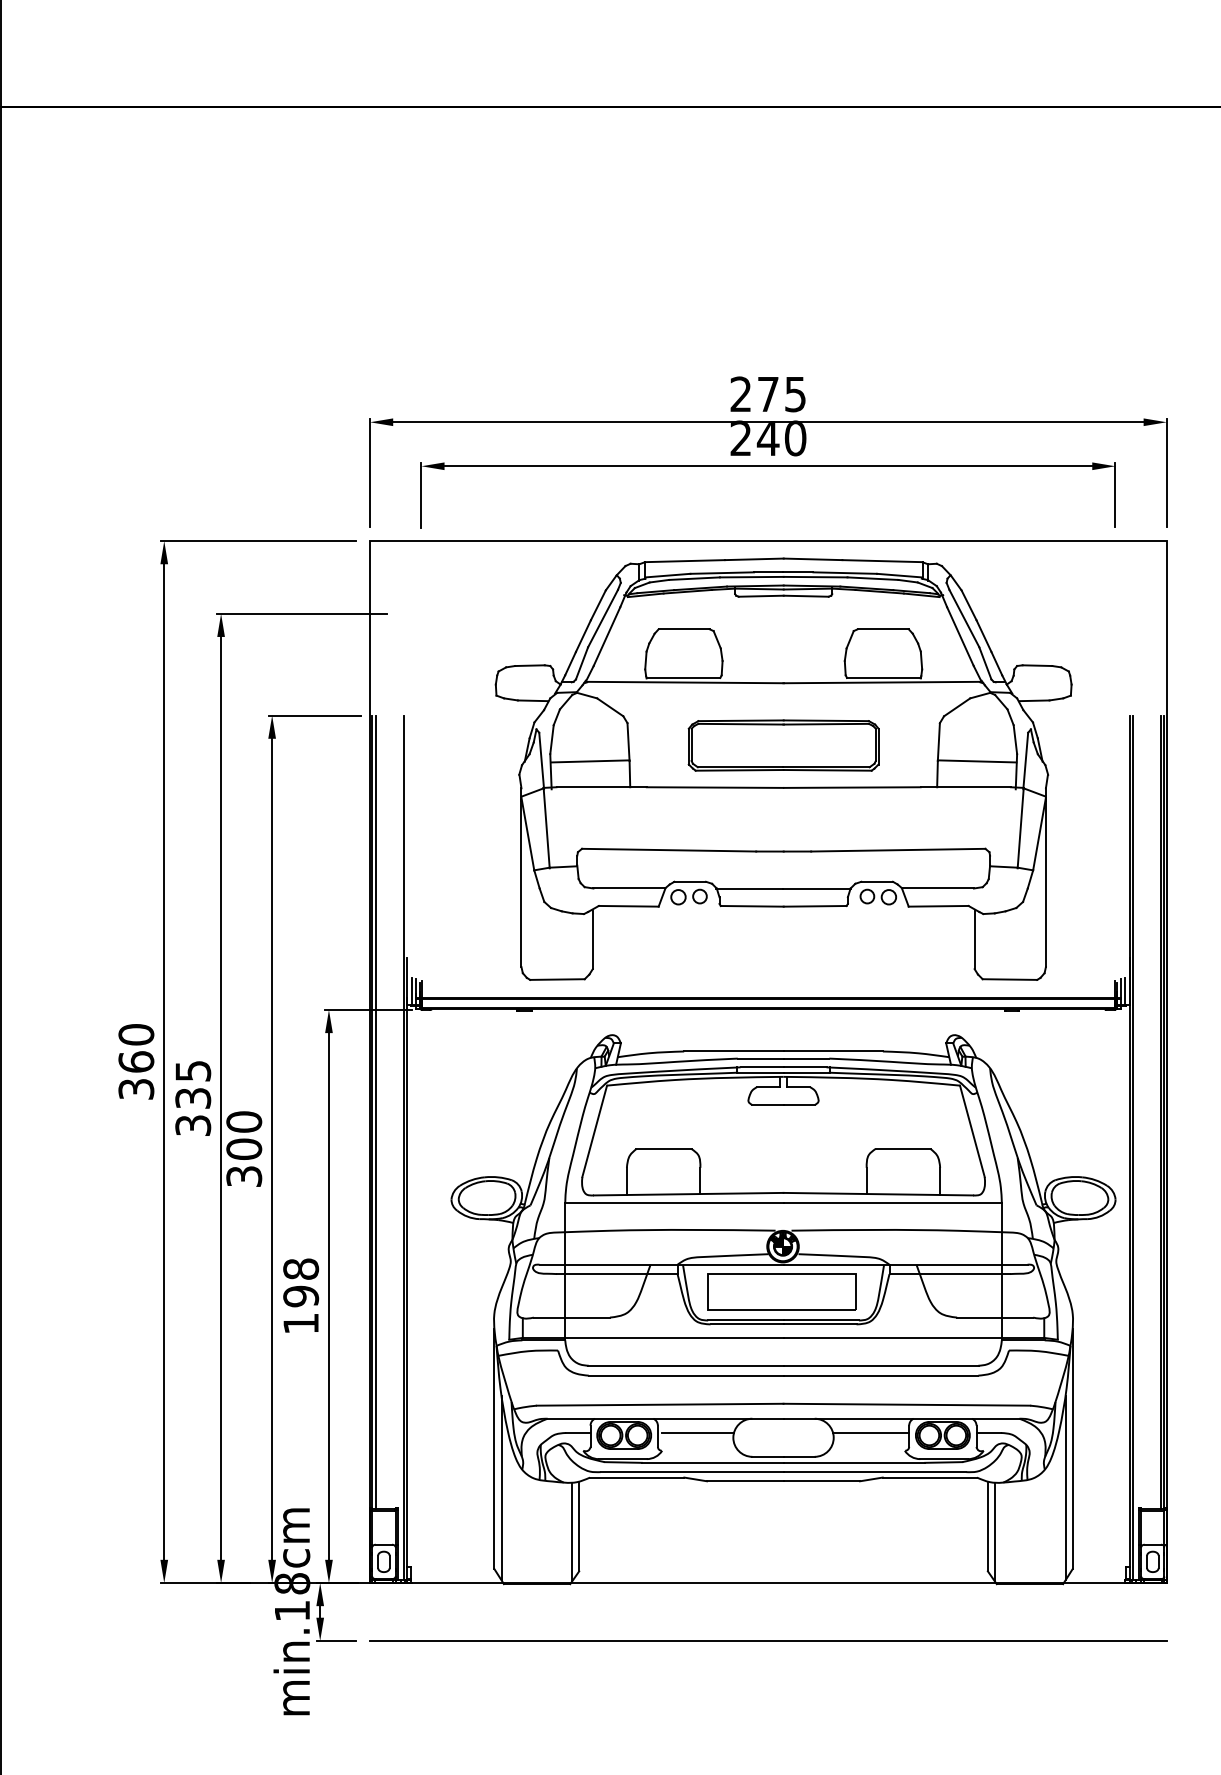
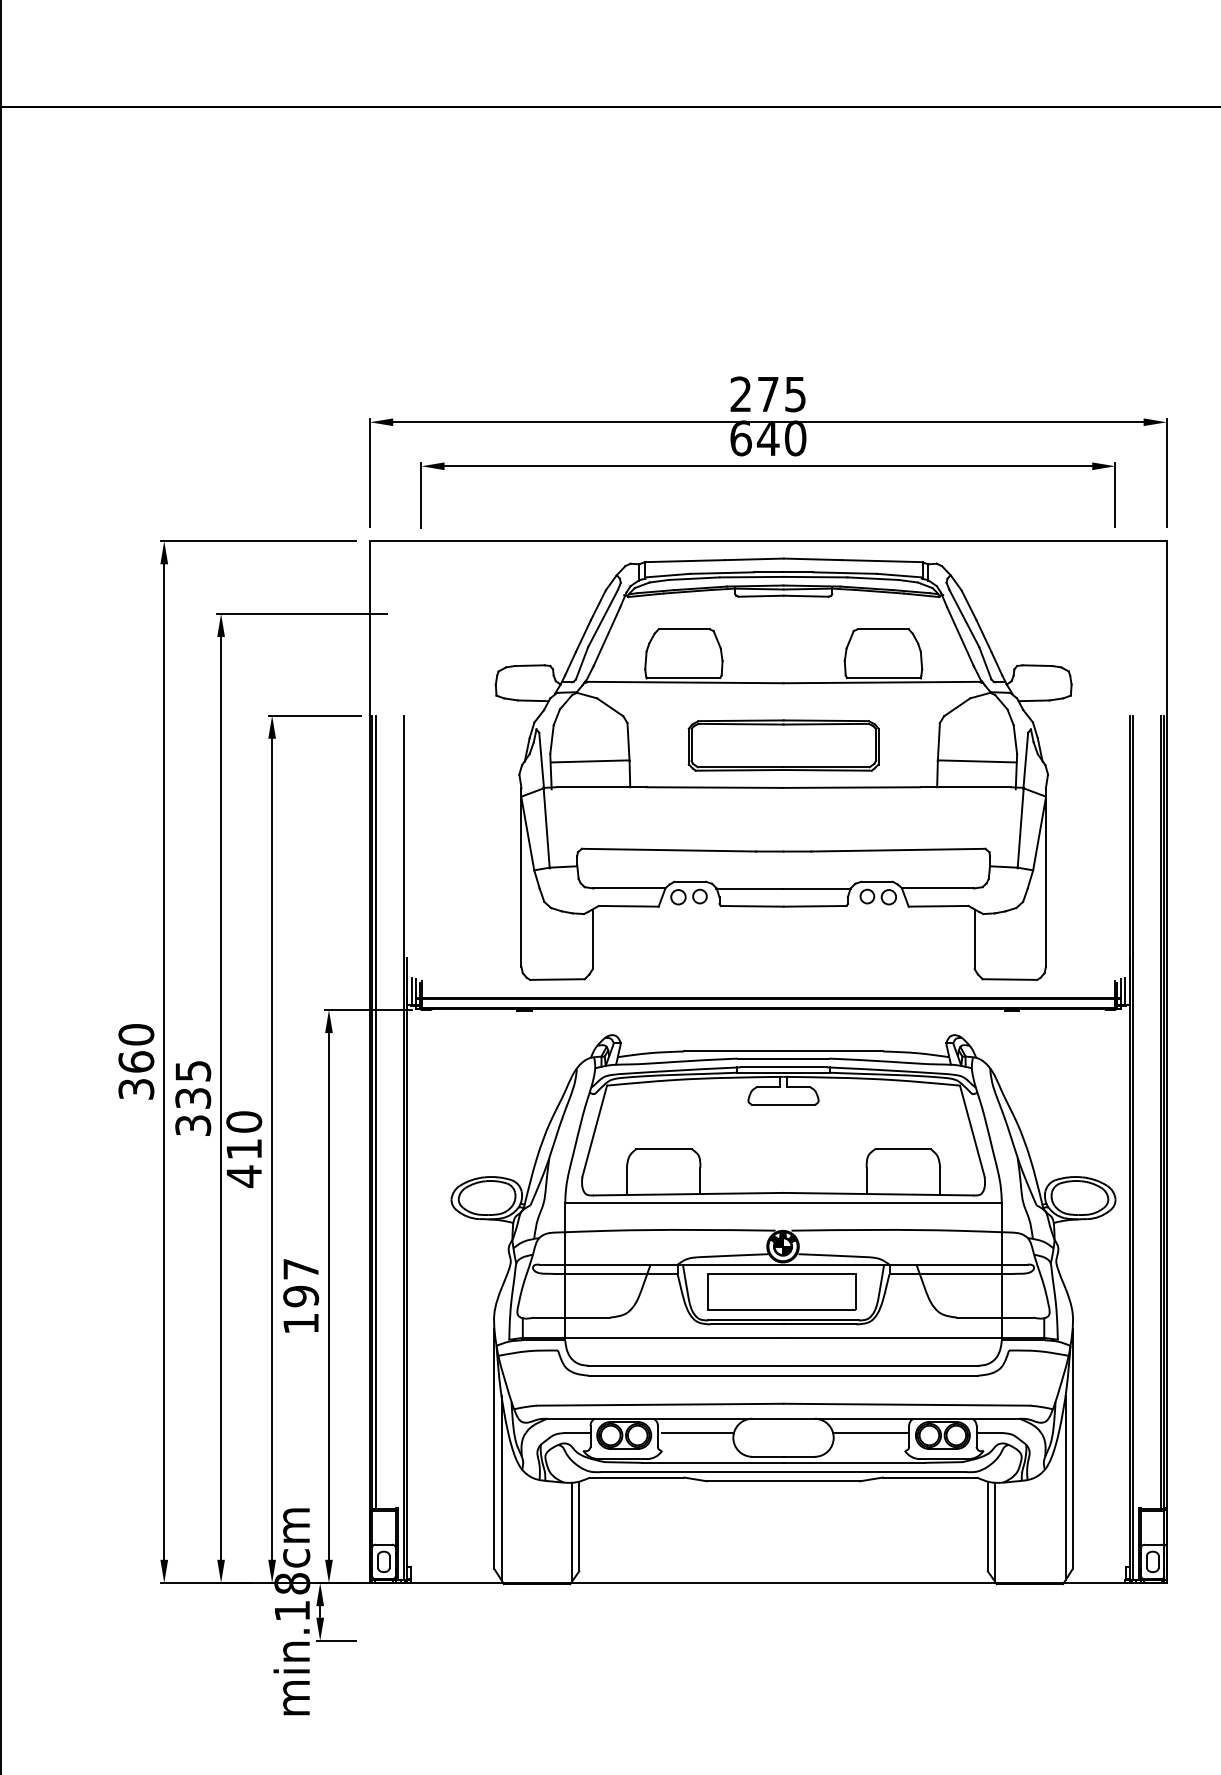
text at (740, 438): 240 -> 640
text at (244, 1163): 300 -> 410
text at (301, 1268): 198 -> 197
line at (768, 1640): present -> none
